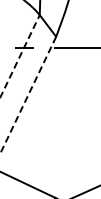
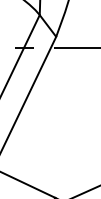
line at (19, 56): dashed -> solid
line at (28, 95): dashed -> solid
